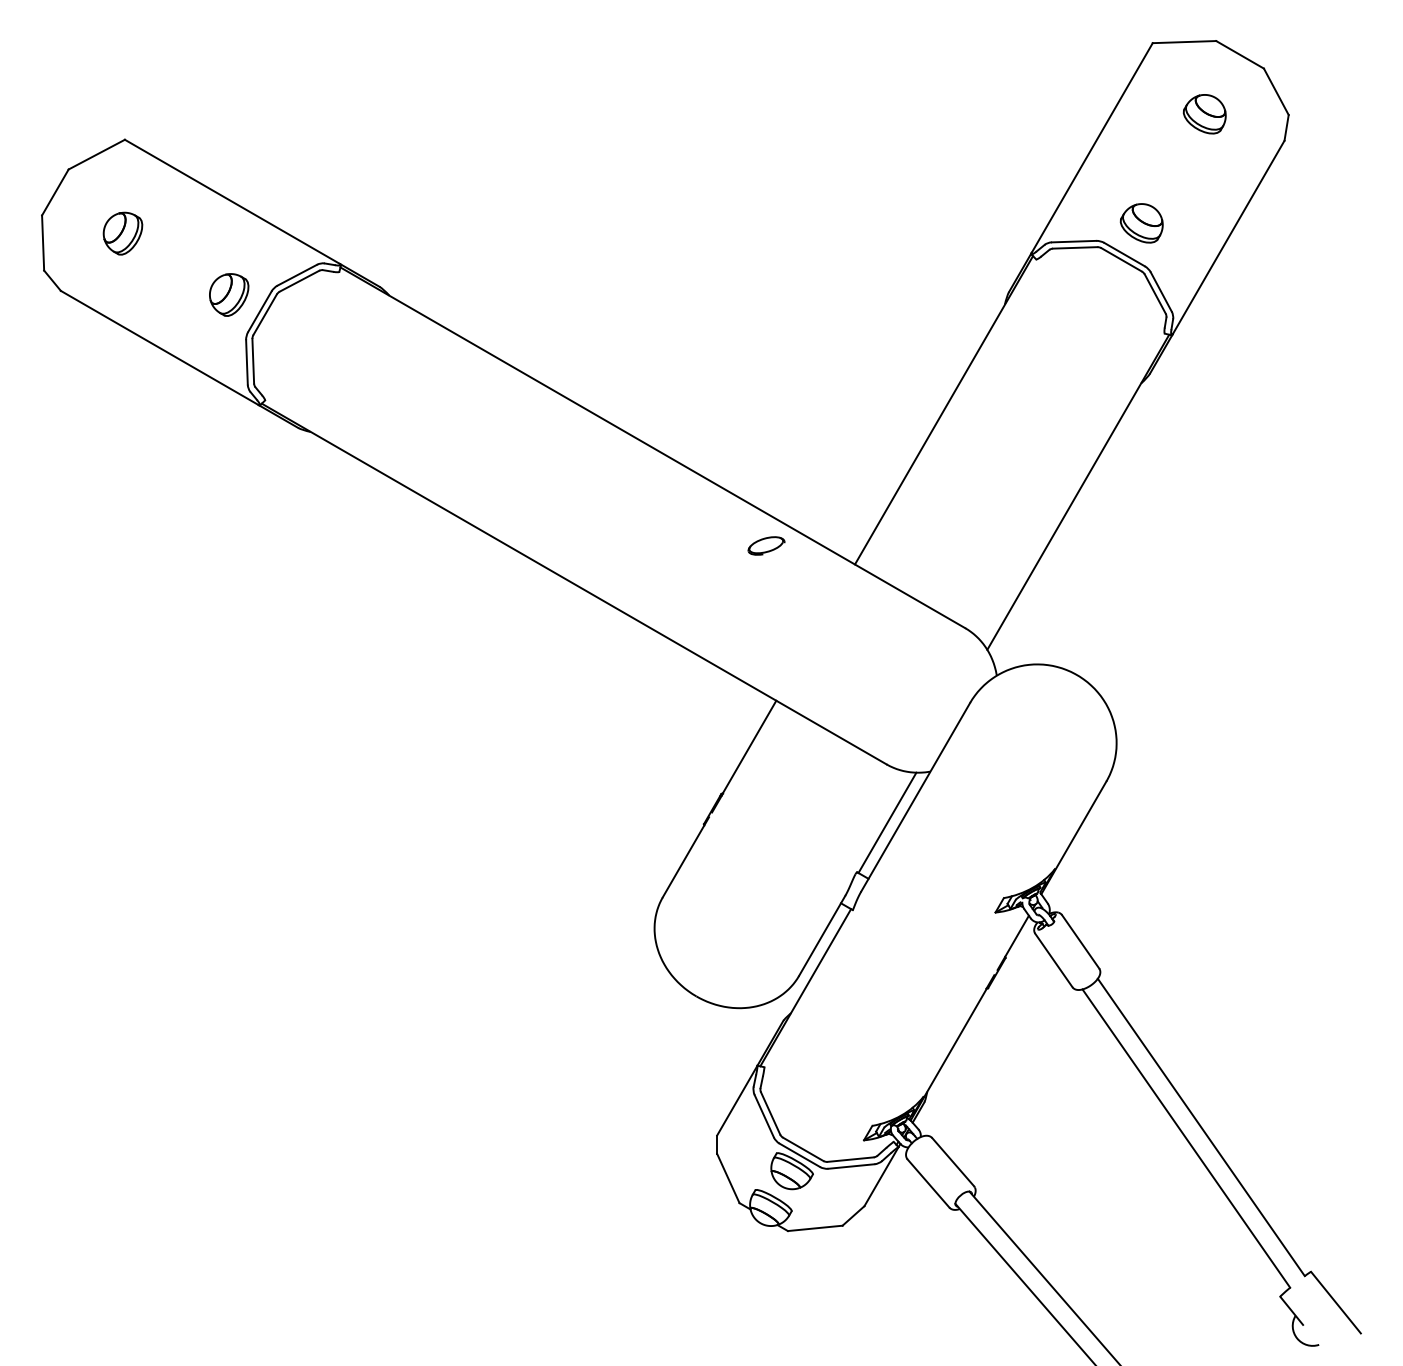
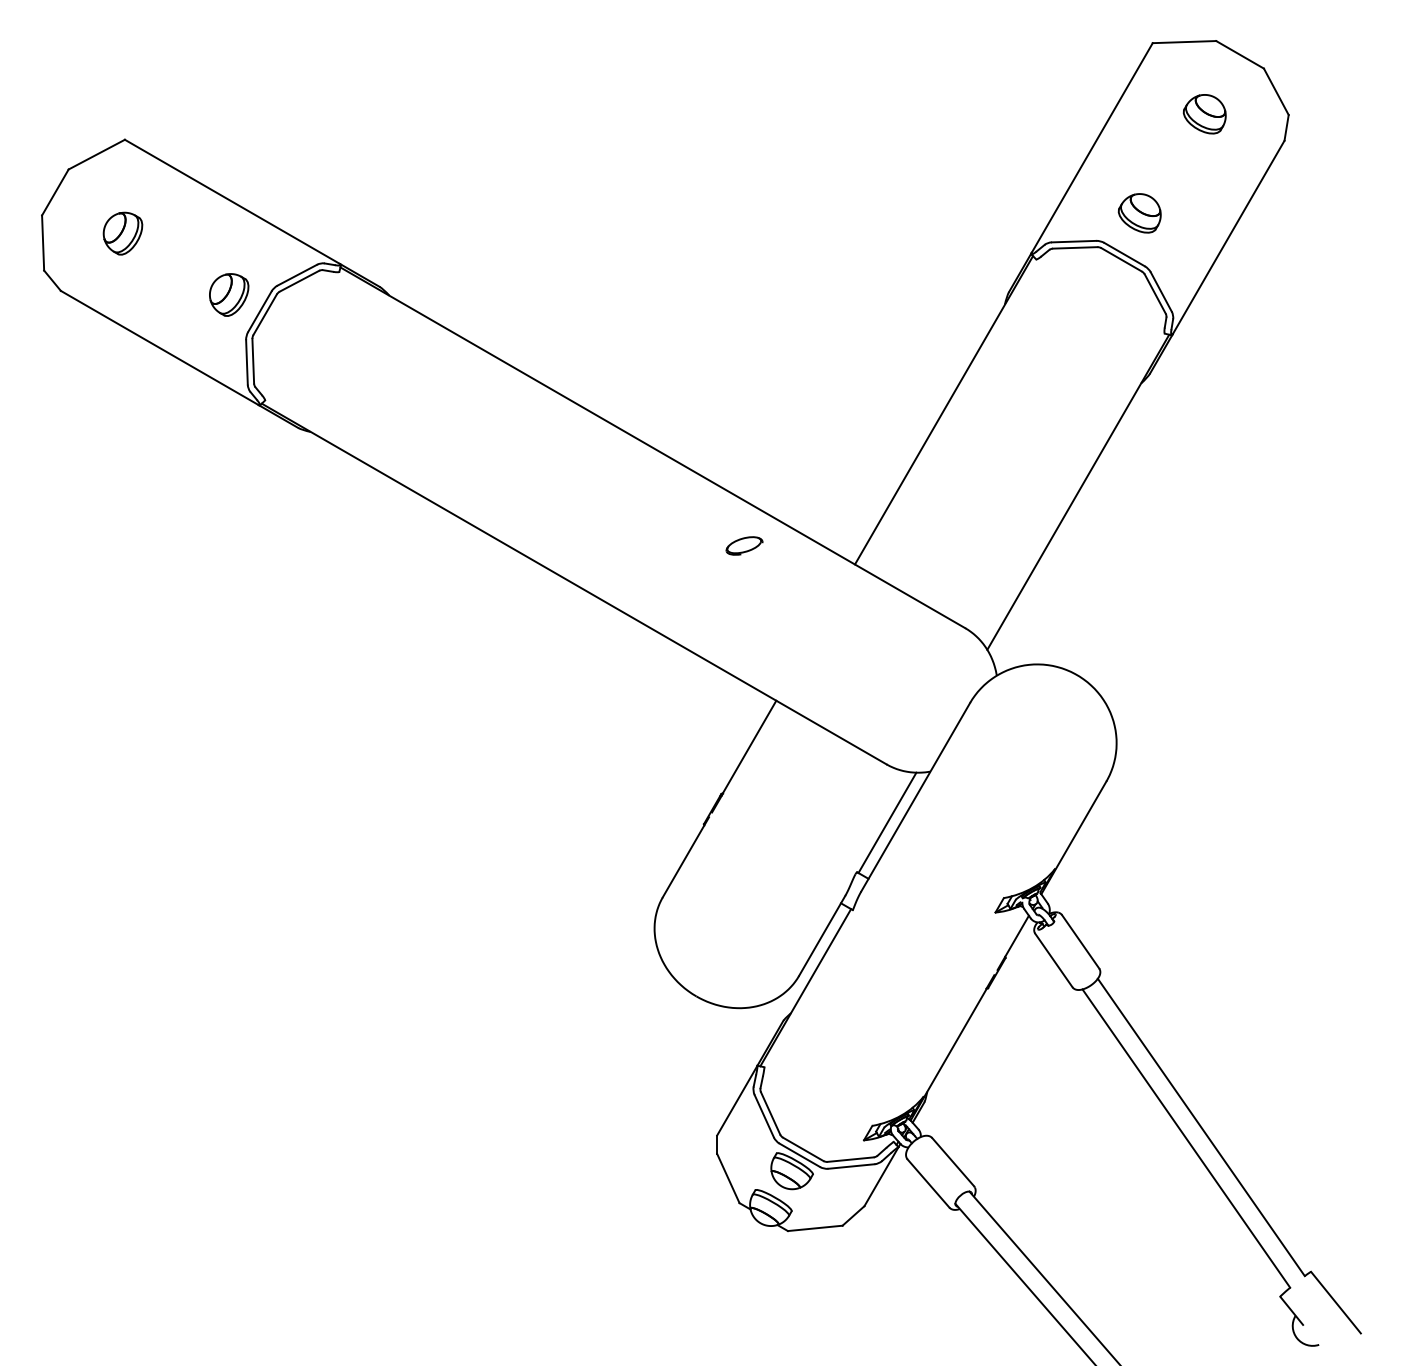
part at (1141, 223) position: (1141, 223) -> (1139, 213)
part at (766, 545) position: (766, 545) -> (744, 545)
